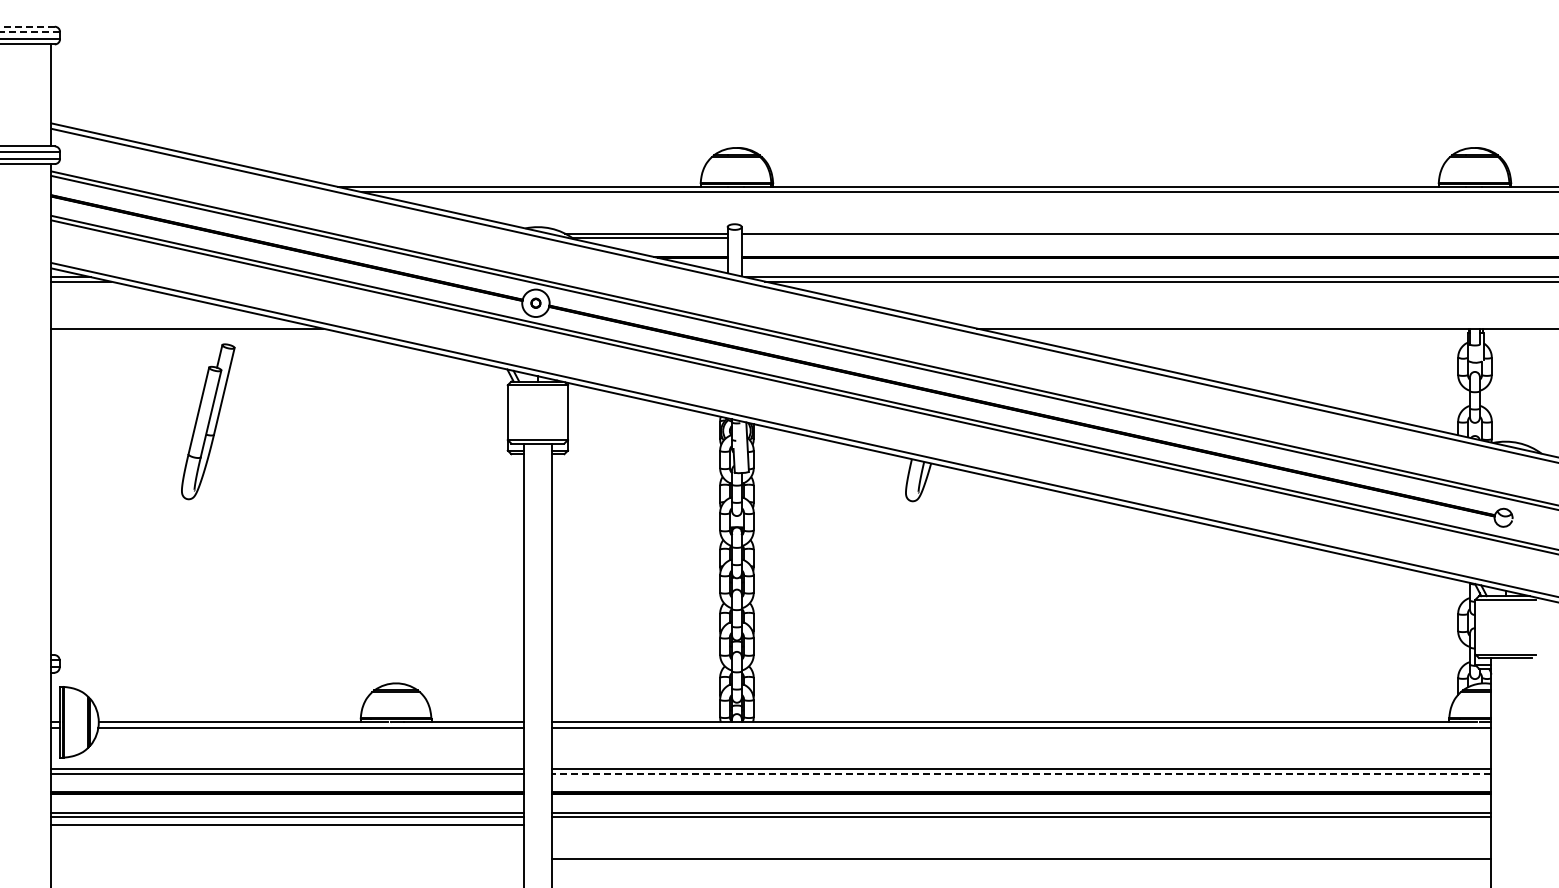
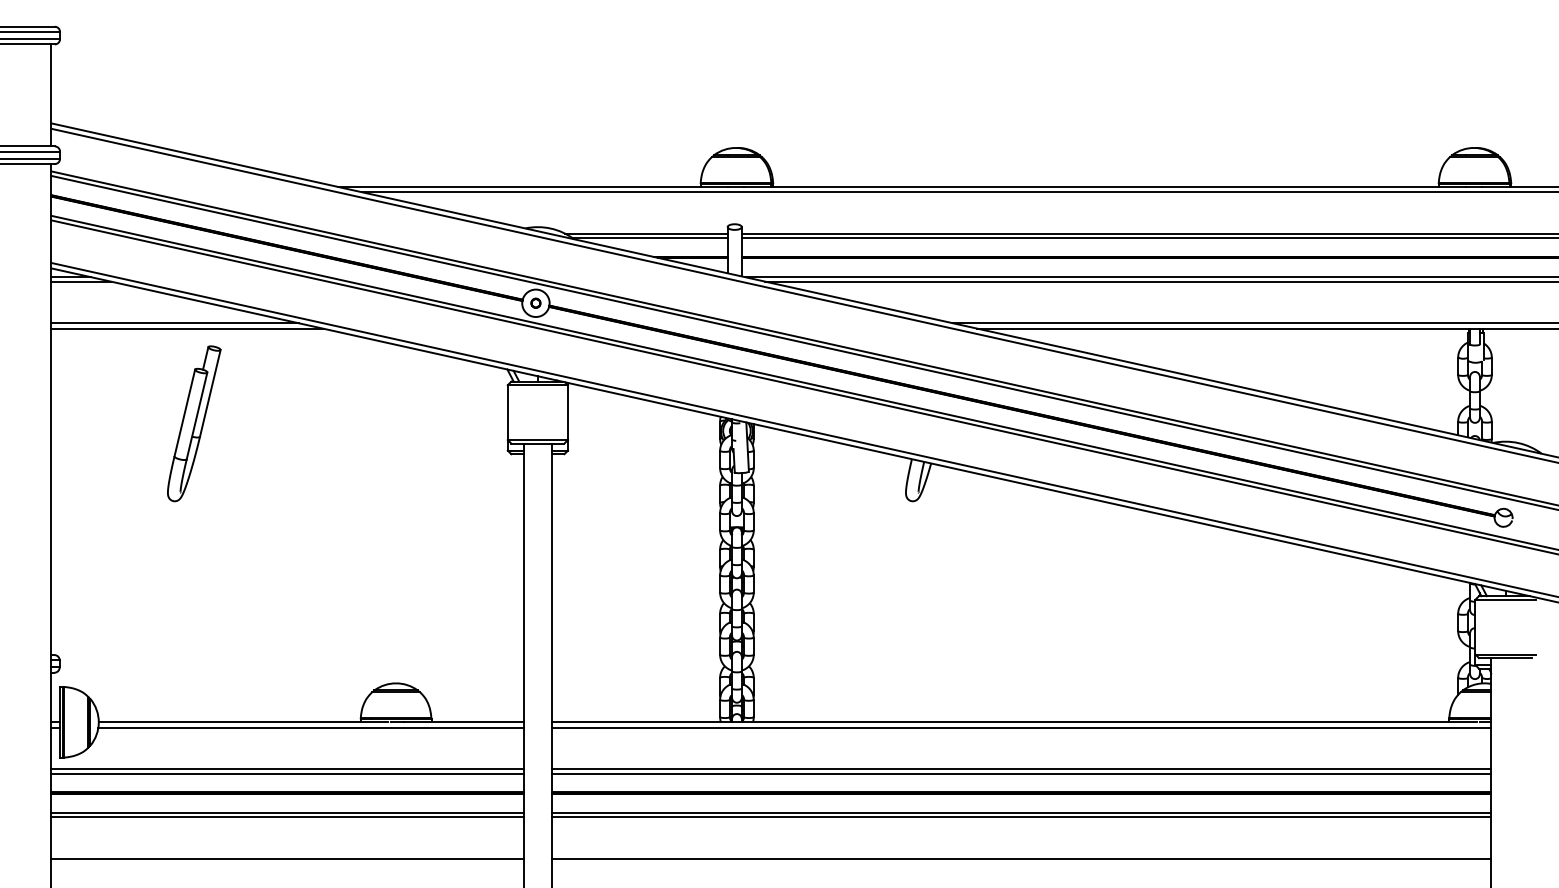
line at (27, 26): dashed -> solid
line at (30, 32): dashed -> solid
line at (1148, 238): none -> present
line at (174, 323): none -> present
line at (1253, 323): none -> present
part at (208, 421) position: (208, 421) -> (194, 423)
line at (1021, 773): dashed -> solid
line at (287, 824) position: (287, 824) -> (287, 858)
